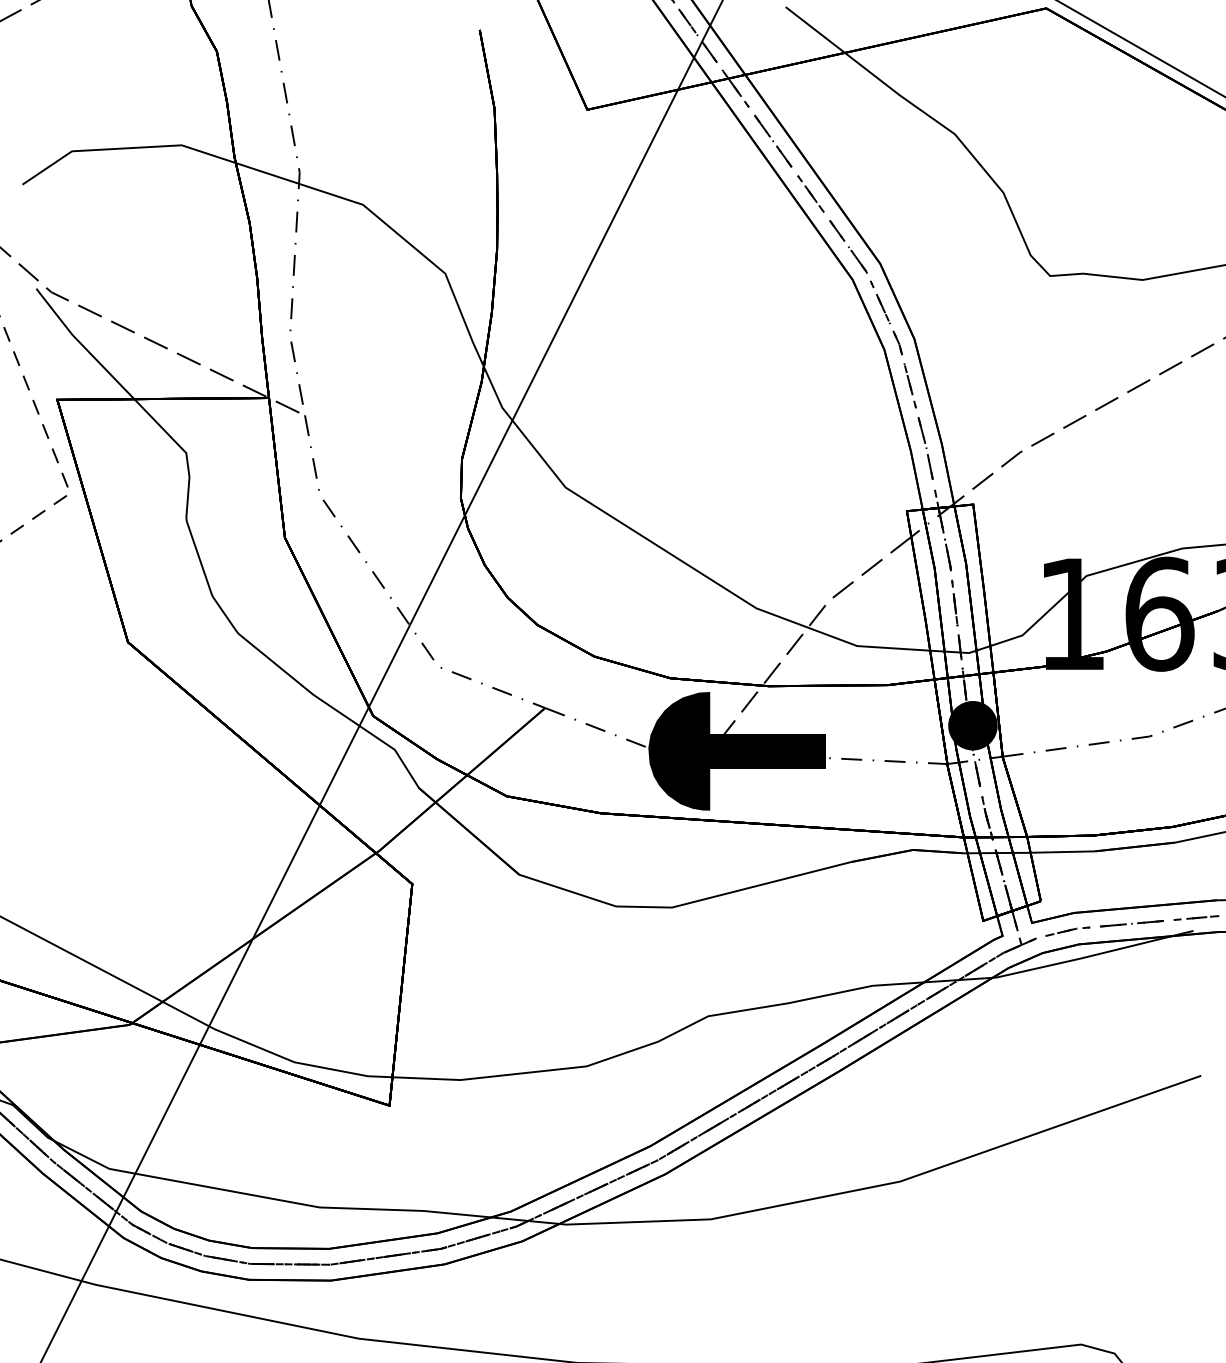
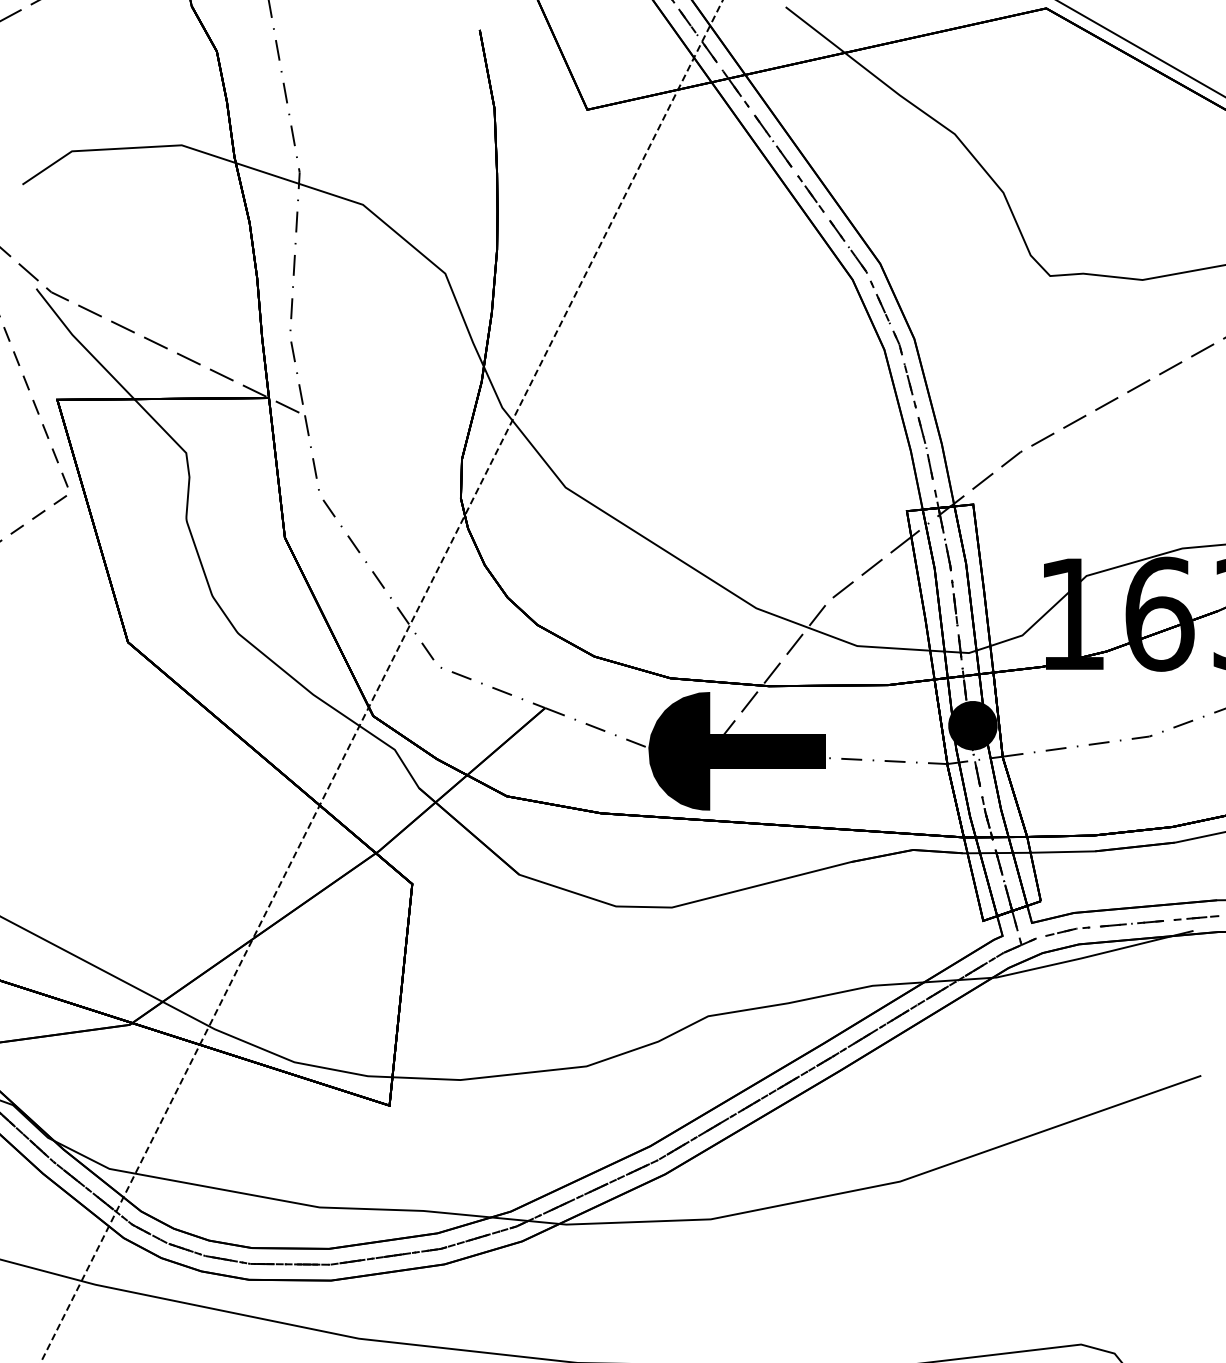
line at (381, 681): solid -> dashed
